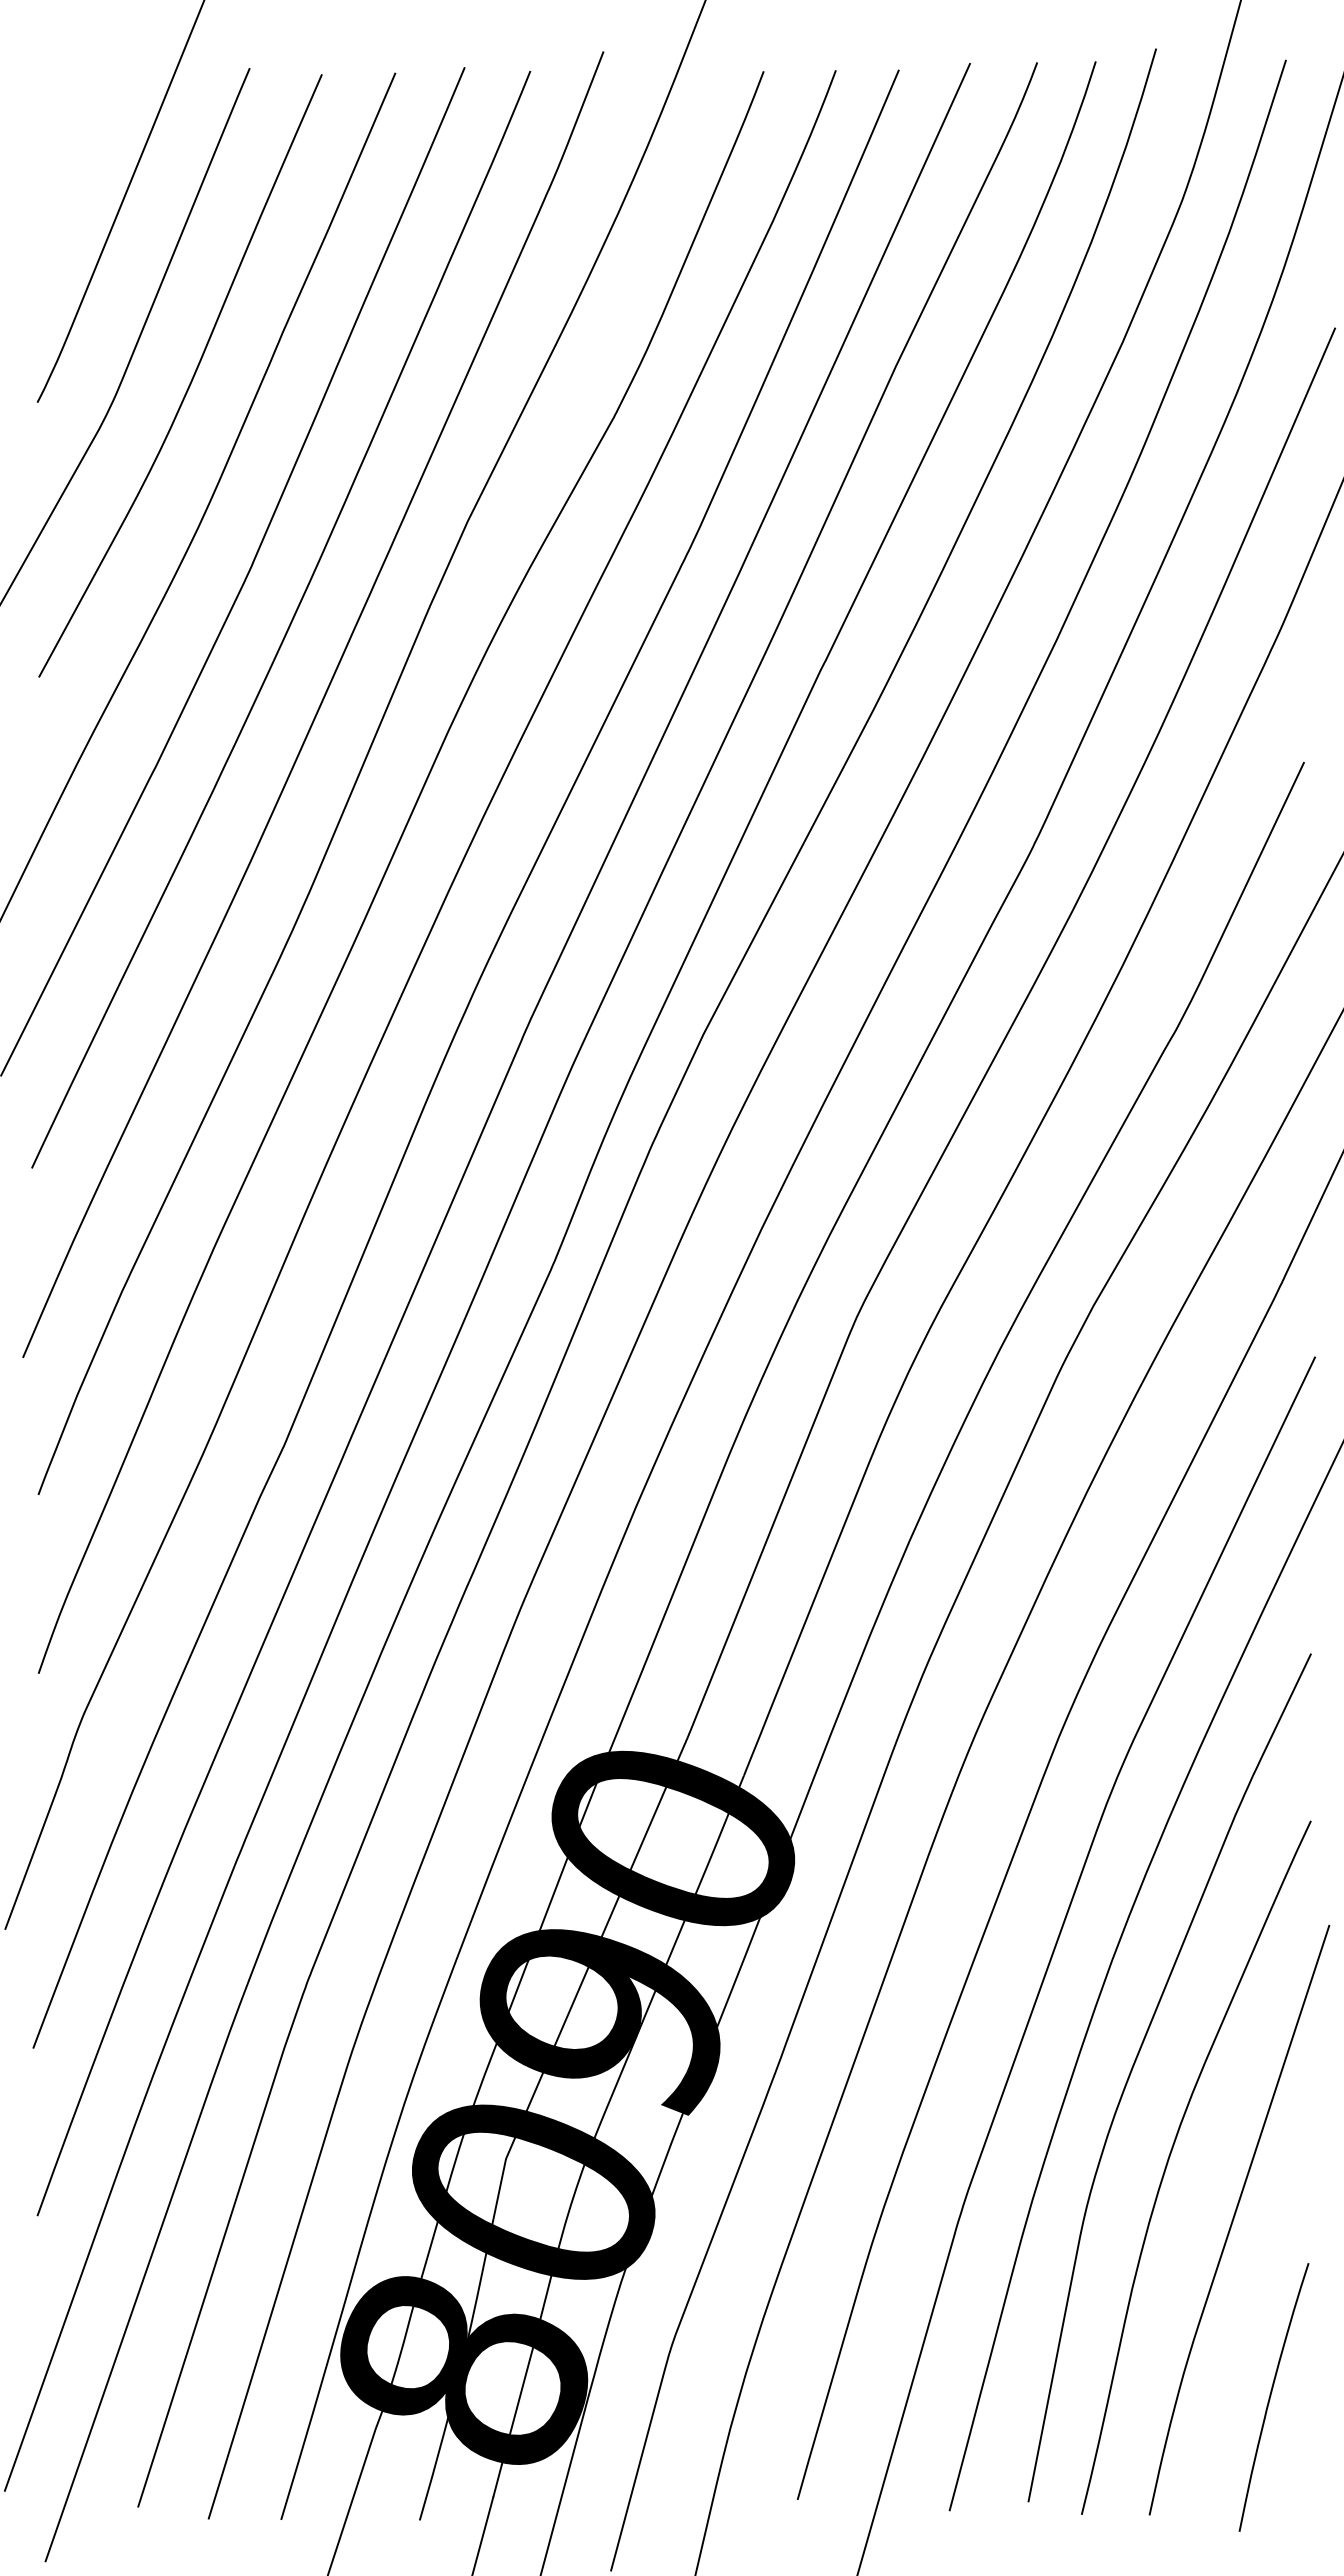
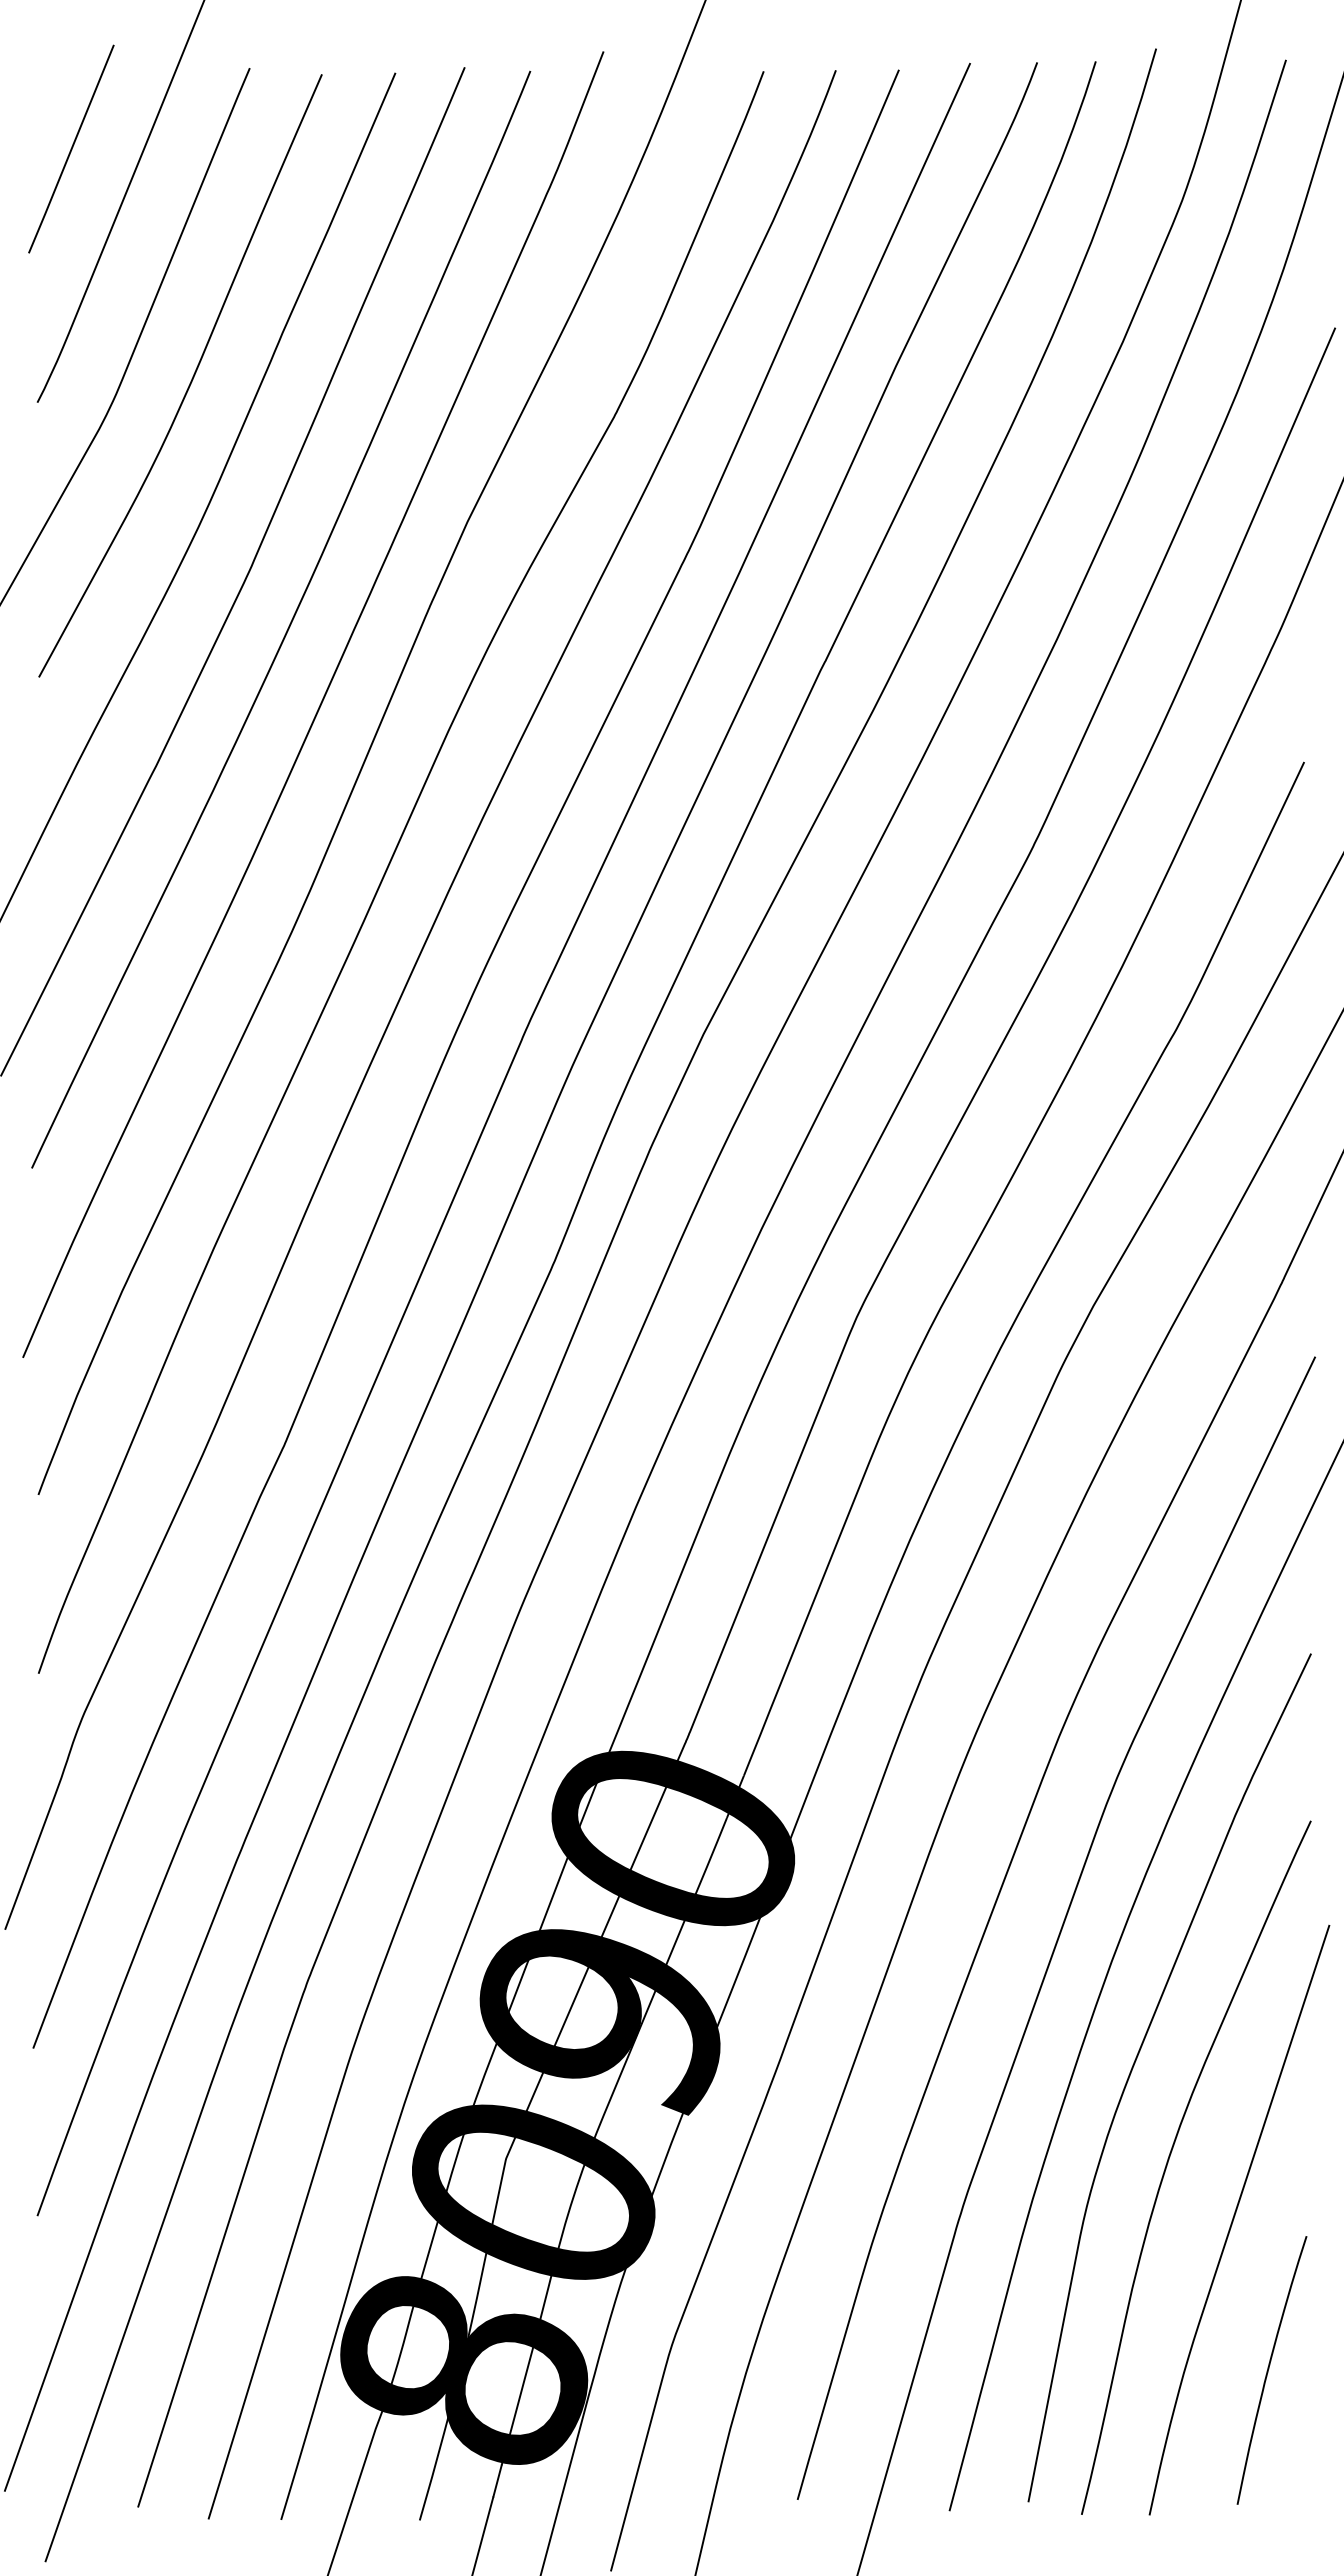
line at (71, 148): none -> present
curve at (1271, 2396) position: (1271, 2396) -> (1269, 2369)
